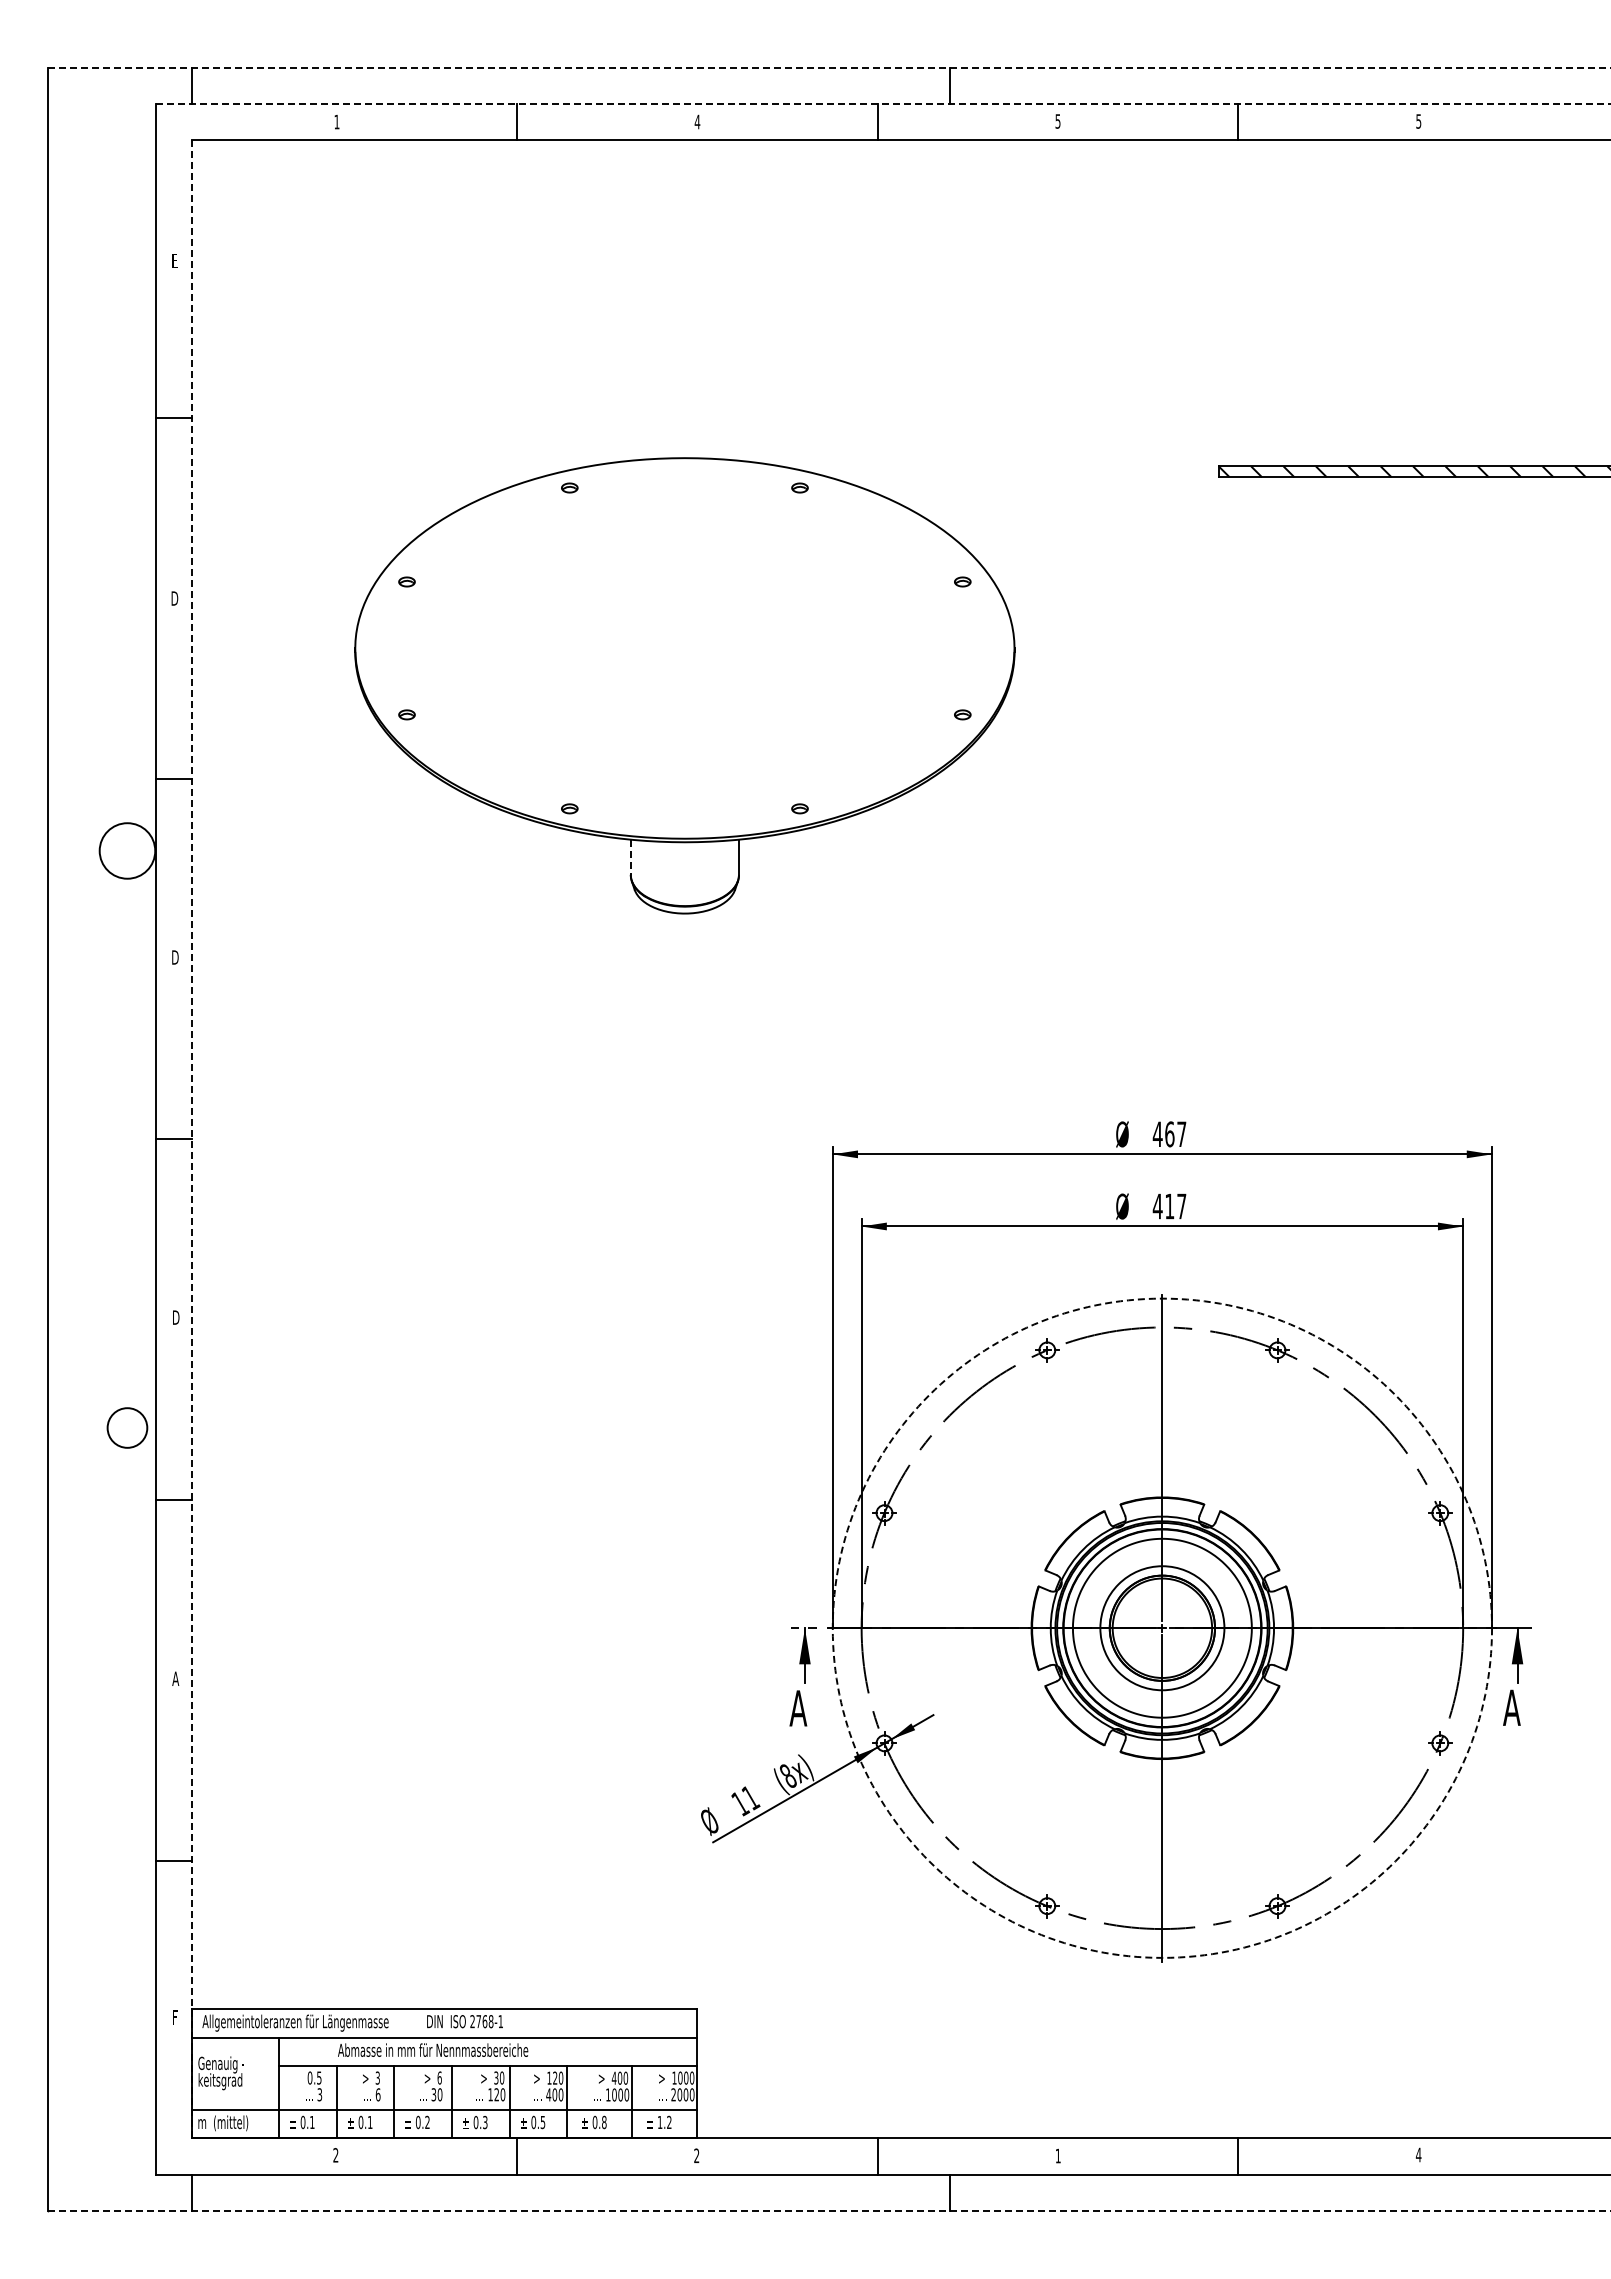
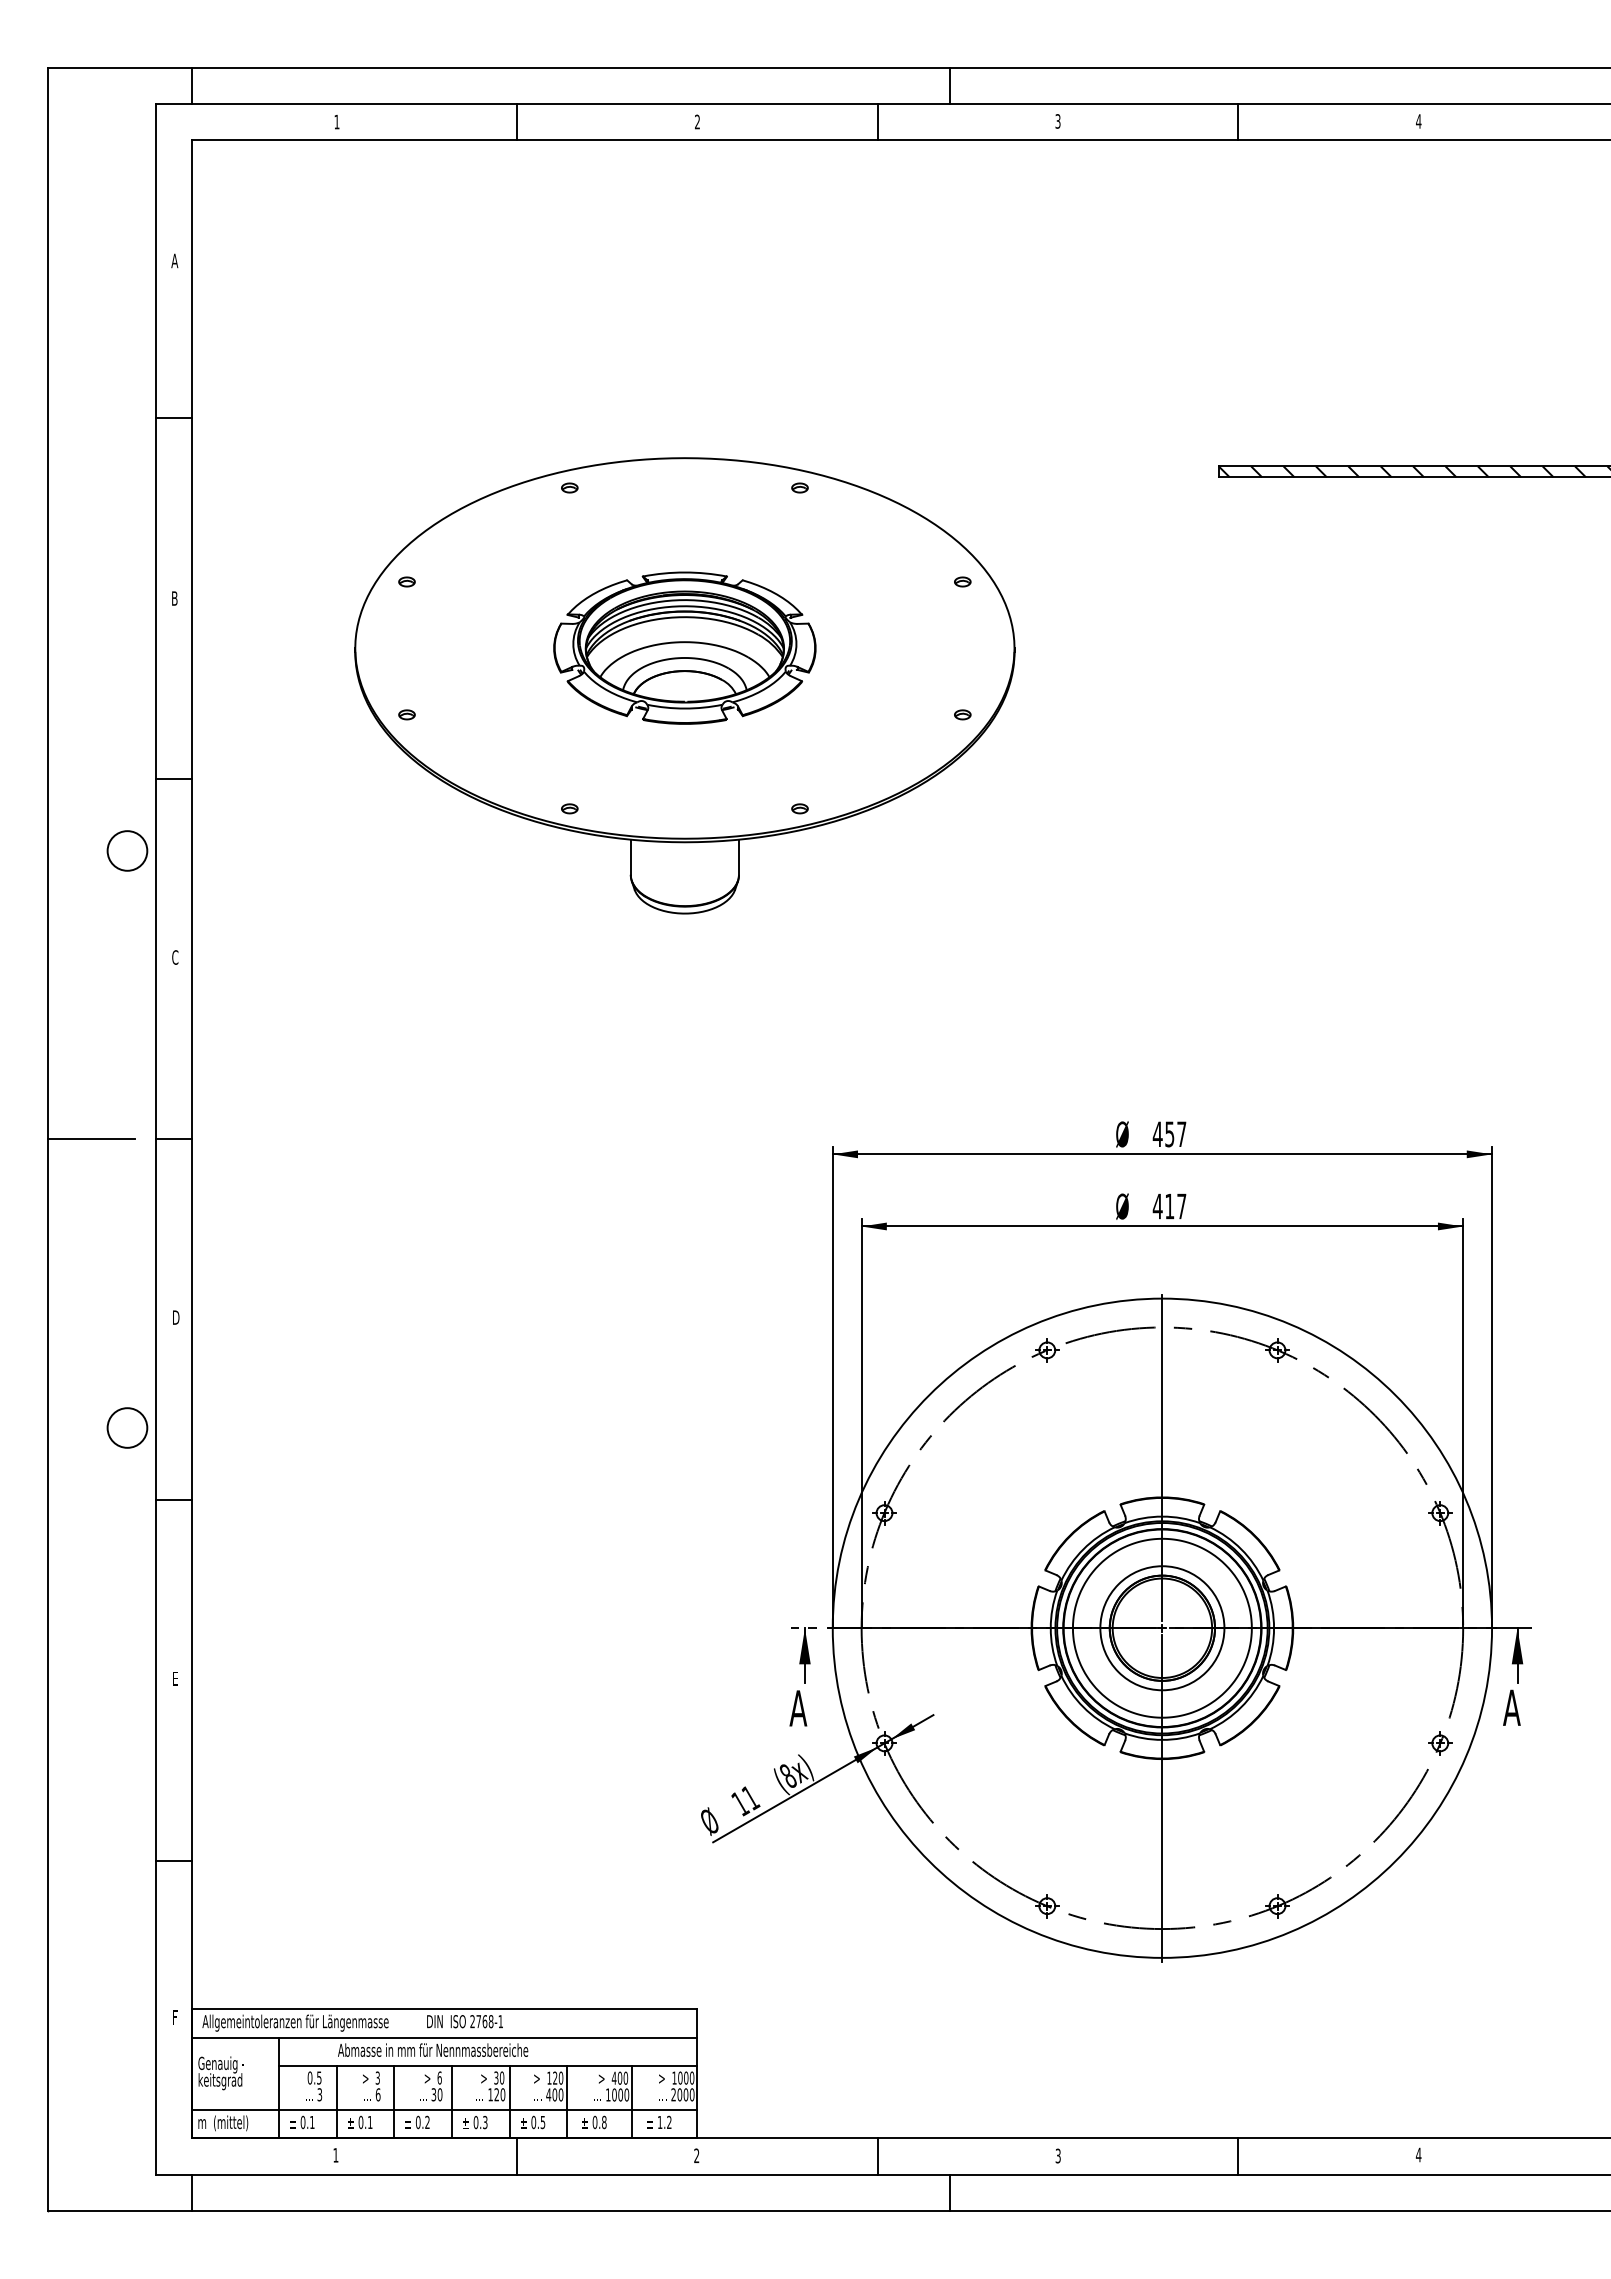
line at (829, 68): dashed -> solid
line at (884, 104): dashed -> solid
text at (1057, 120): 5 -> 3
text at (697, 121): 4 -> 2
text at (1418, 121): 5 -> 4
text at (174, 260): E -> A
text at (174, 598): D -> B
part at (684, 647): none -> present
circle at (127, 850) diameter: 56 px -> 40 px
line at (630, 857): dashed -> solid
text at (175, 957): D -> C
text at (1169, 1134): 467 -> 457
line at (91, 1139): none -> present
line at (192, 1139): dashed -> solid
circle at (1162, 1627): dashed -> solid
text at (175, 1678): A -> E
text at (335, 2155): 2 -> 1
text at (1057, 2155): 1 -> 3
line at (829, 2210): dashed -> solid
